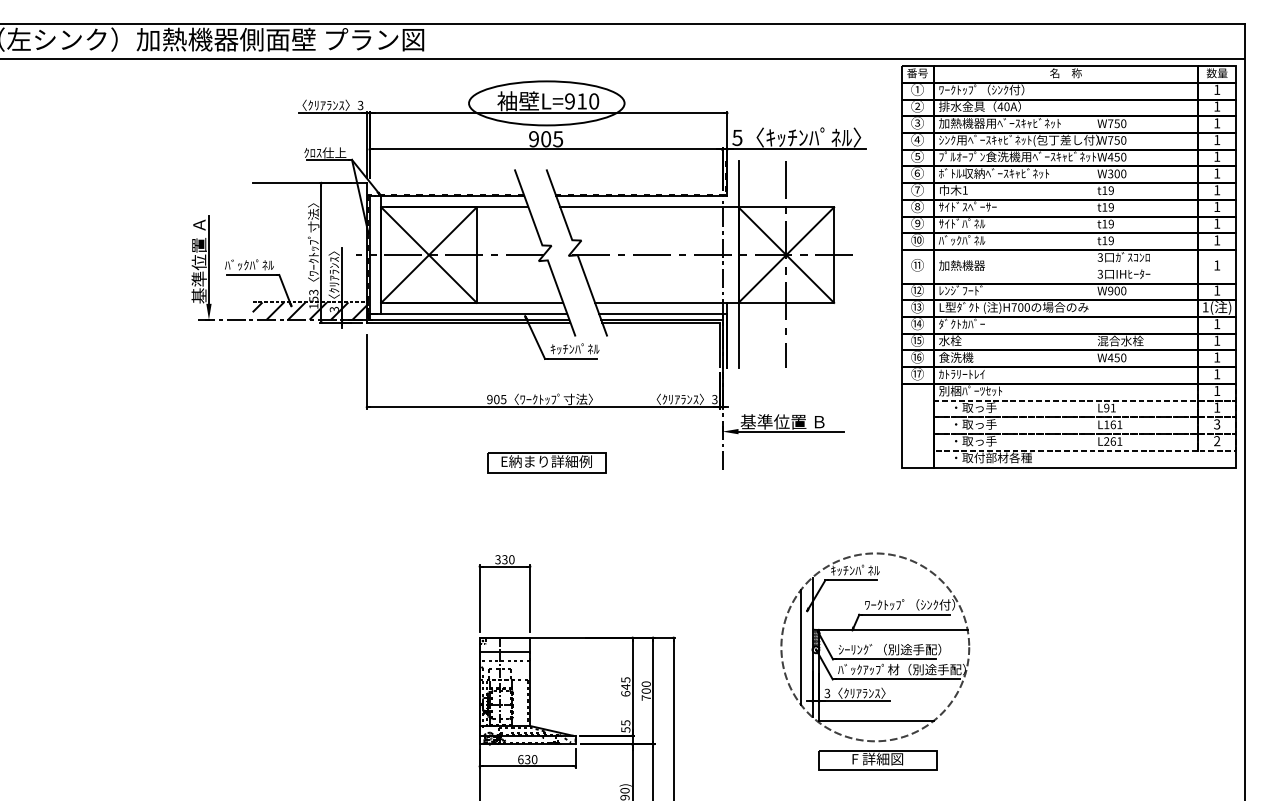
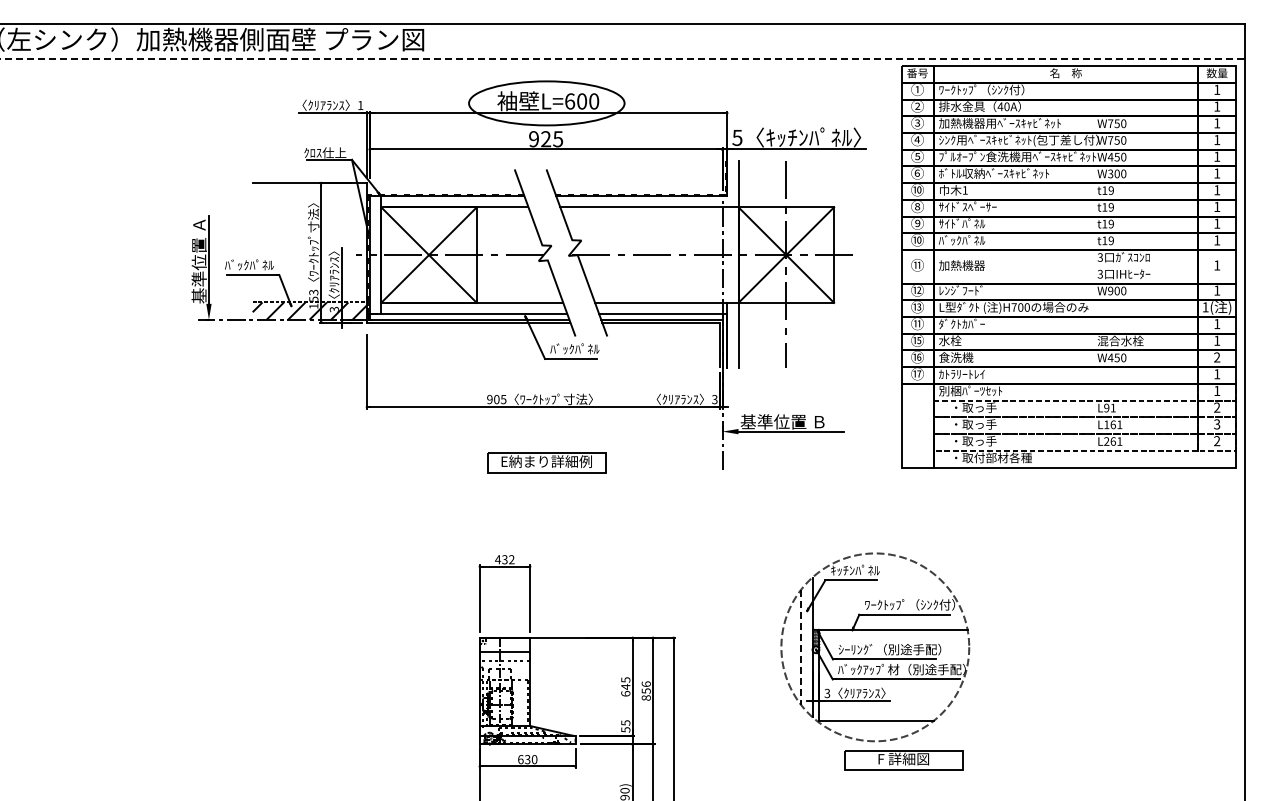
line at (622, 58): solid -> dashed
text at (576, 101): L=910 -> L=600
text at (360, 105): 3 -> 1
text at (546, 139): 905 -> 925
text at (917, 189): ⑦ -> ⑩
text at (917, 323): ⑭ -> ⑪
text at (562, 348): ｷｯﾁﾝﾊﾟﾈﾙ -> ﾊﾞｯｸﾊﾟﾈﾙ
text at (1217, 357): 1 -> 2
text at (1217, 407): 1 -> 2
text at (504, 559): 330 -> 432
line at (801, 647): solid -> dashed
text at (645, 690): 700 -> 856
part at (877, 760) position: (877, 760) -> (903, 760)
